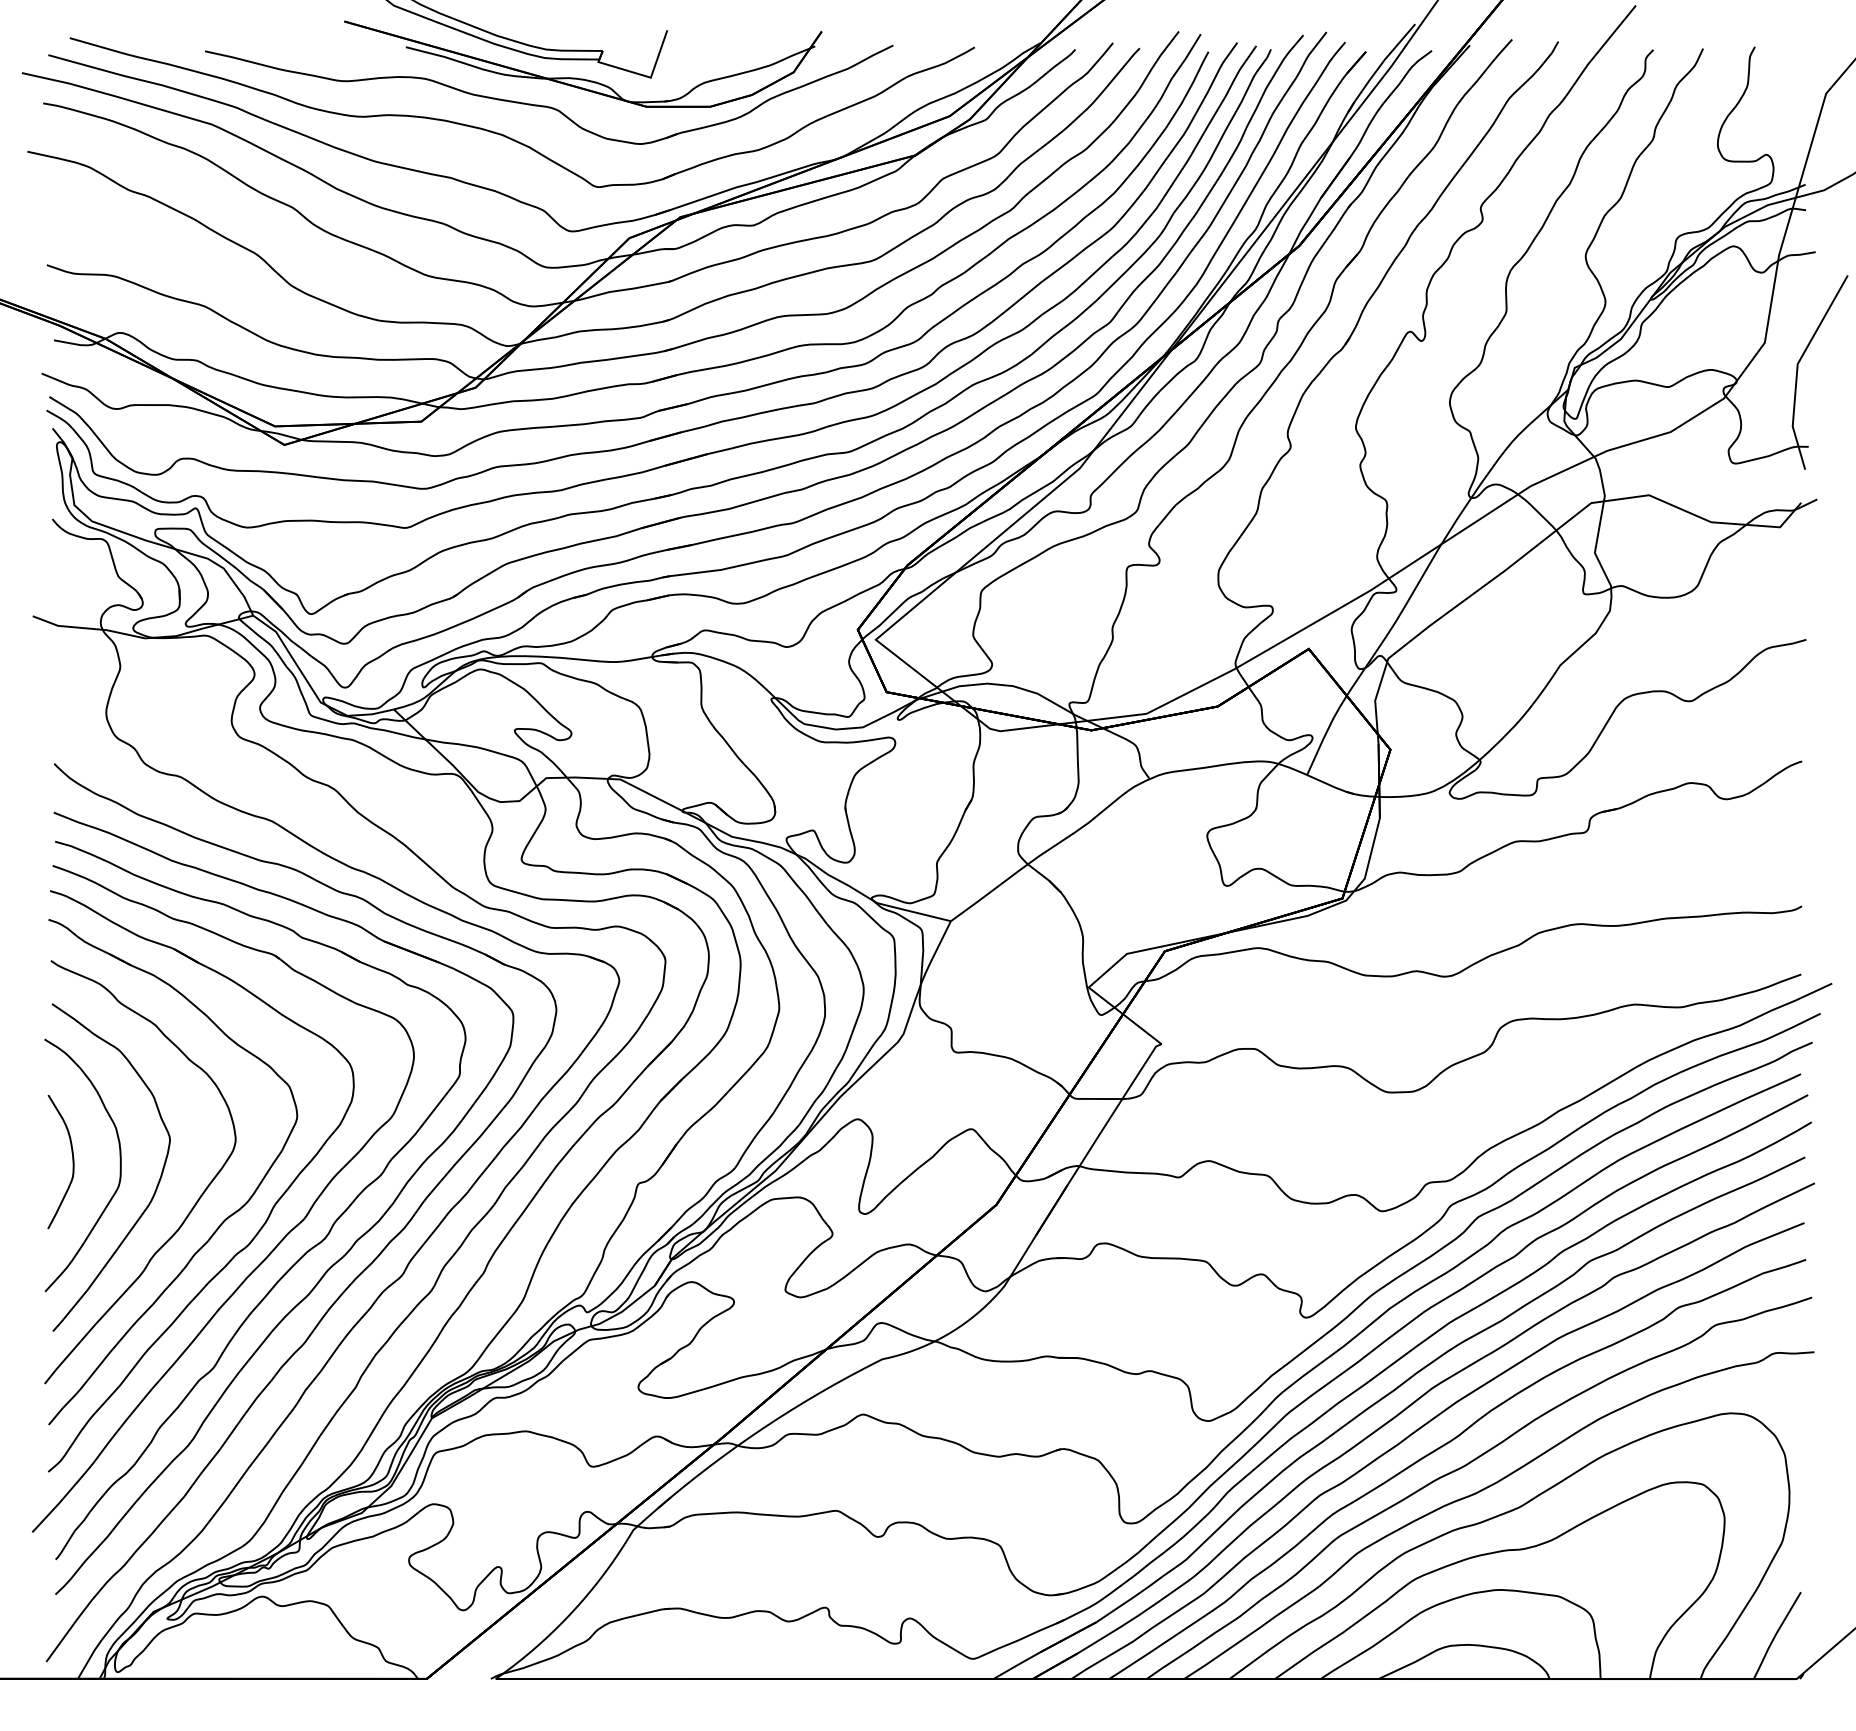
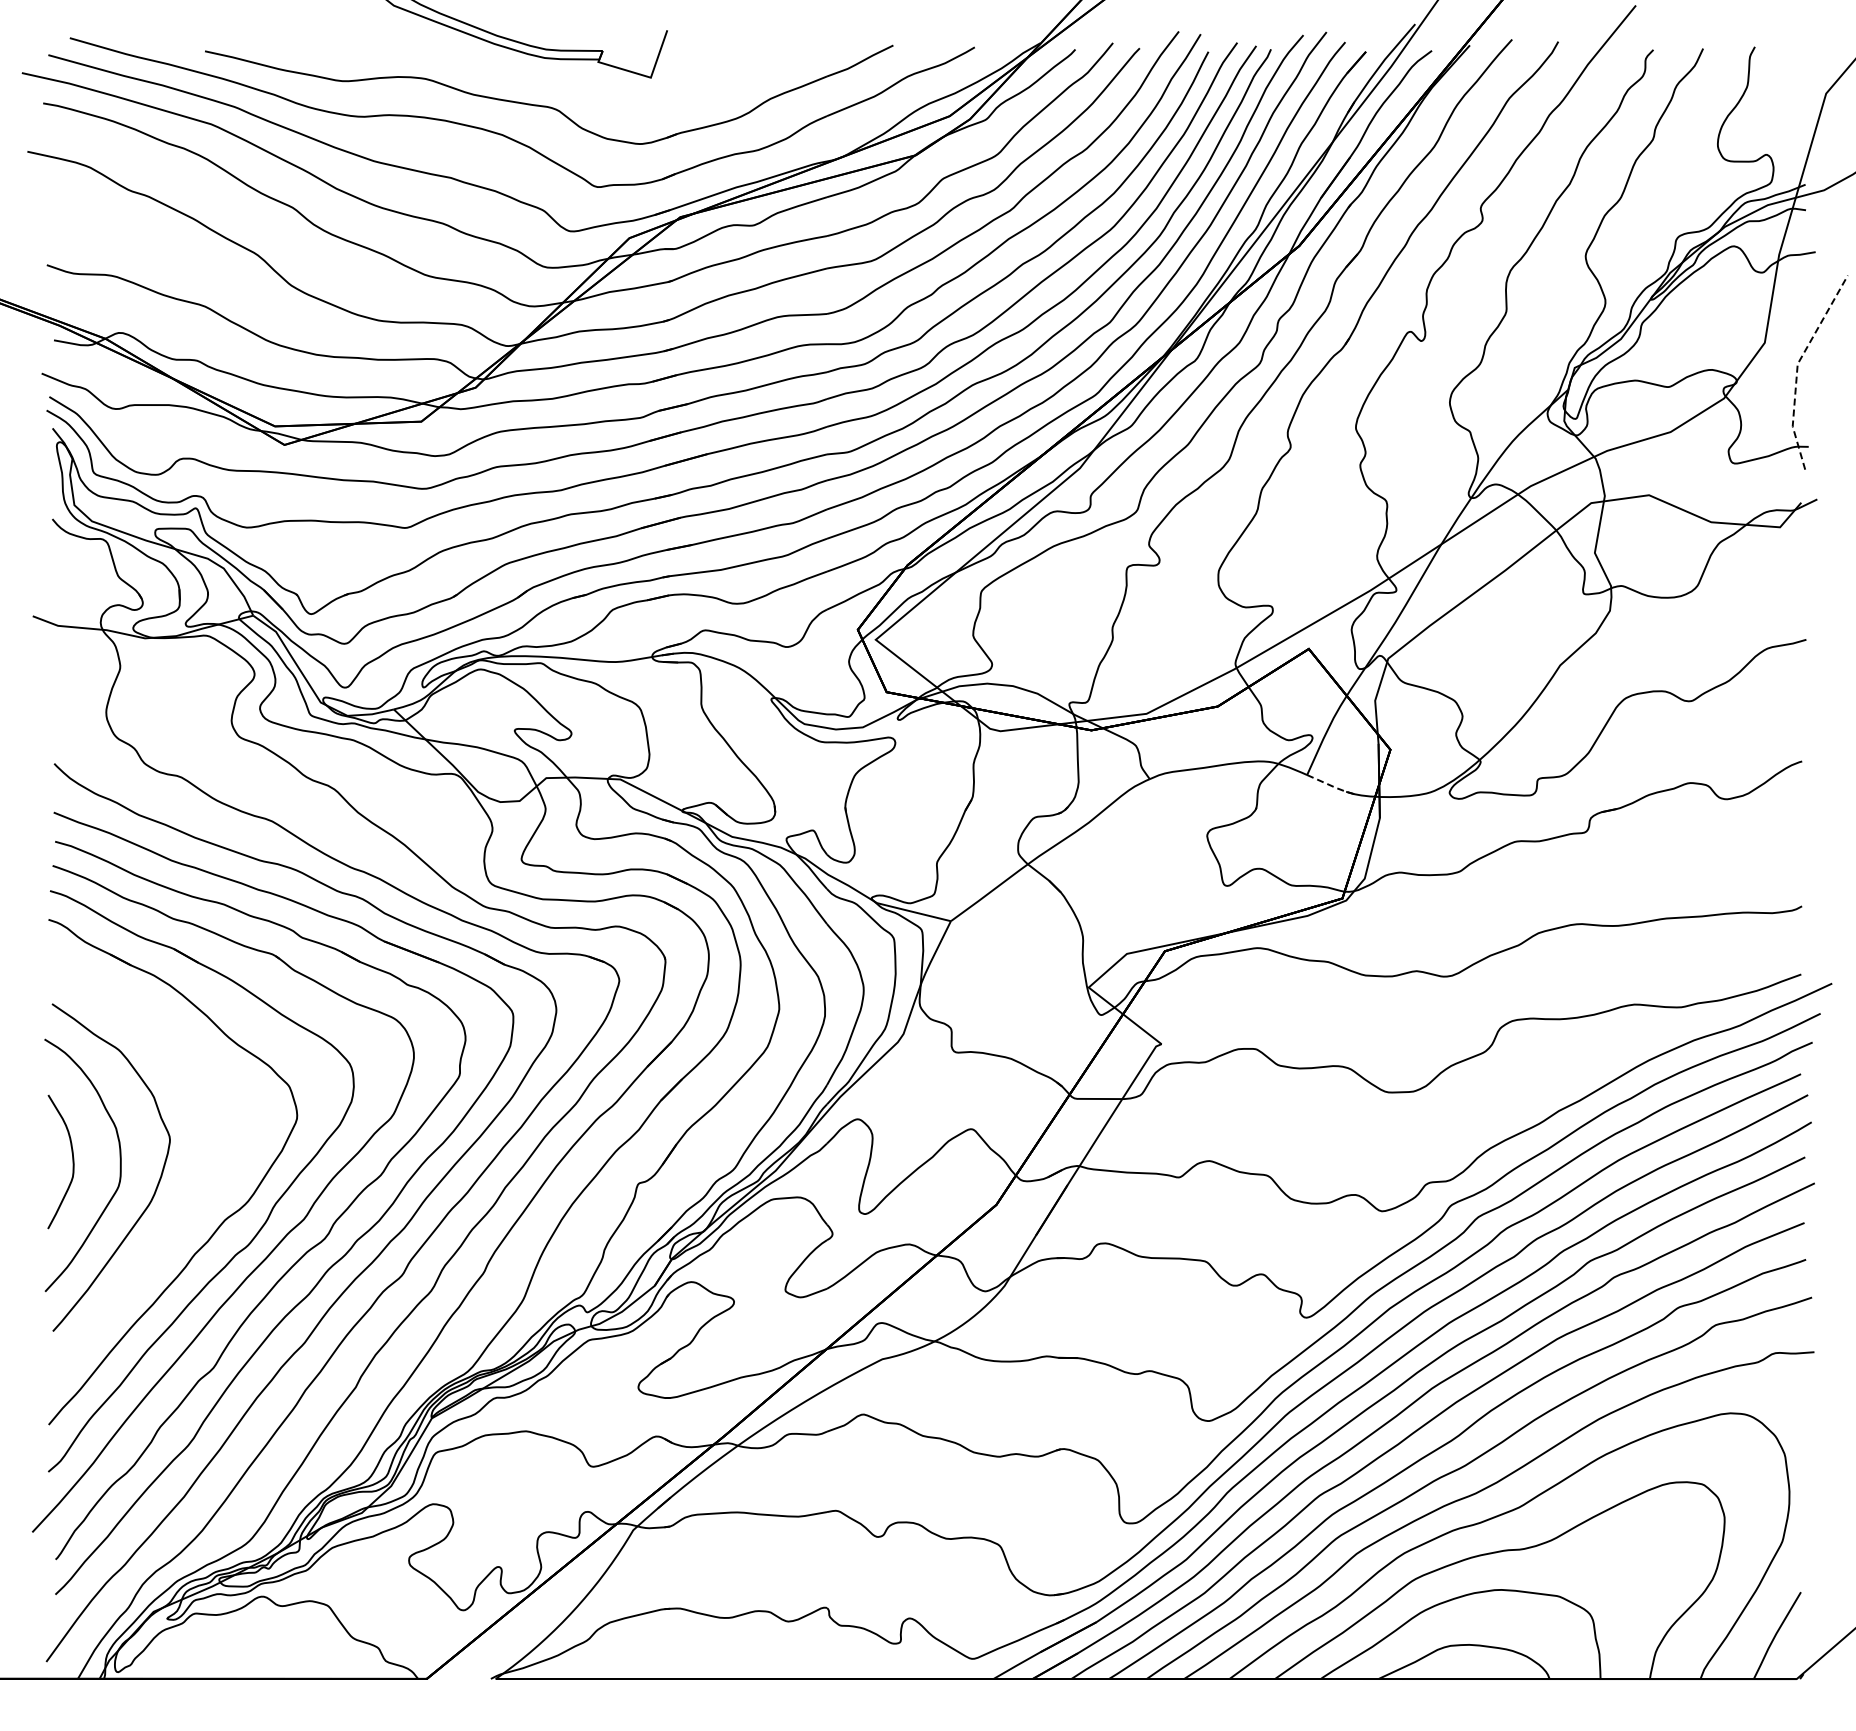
part at (583, 78): present -> none
line at (1797, 367): solid -> dashed
line at (1331, 785): solid -> dashed
curve at (191, 1208): present -> none
